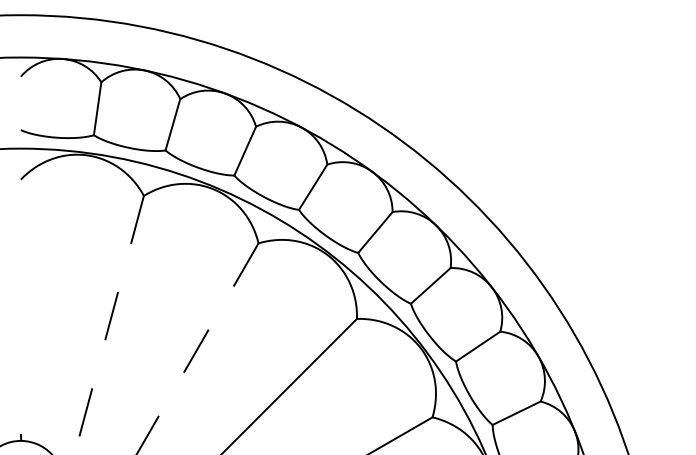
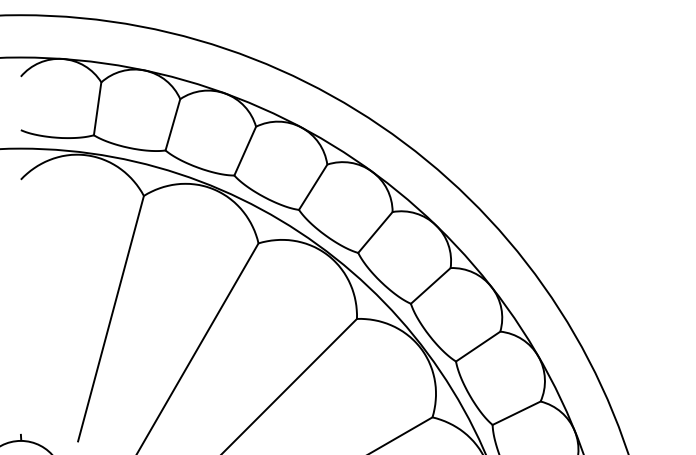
line at (110, 319): dashed -> solid
line at (197, 349): dashed -> solid
